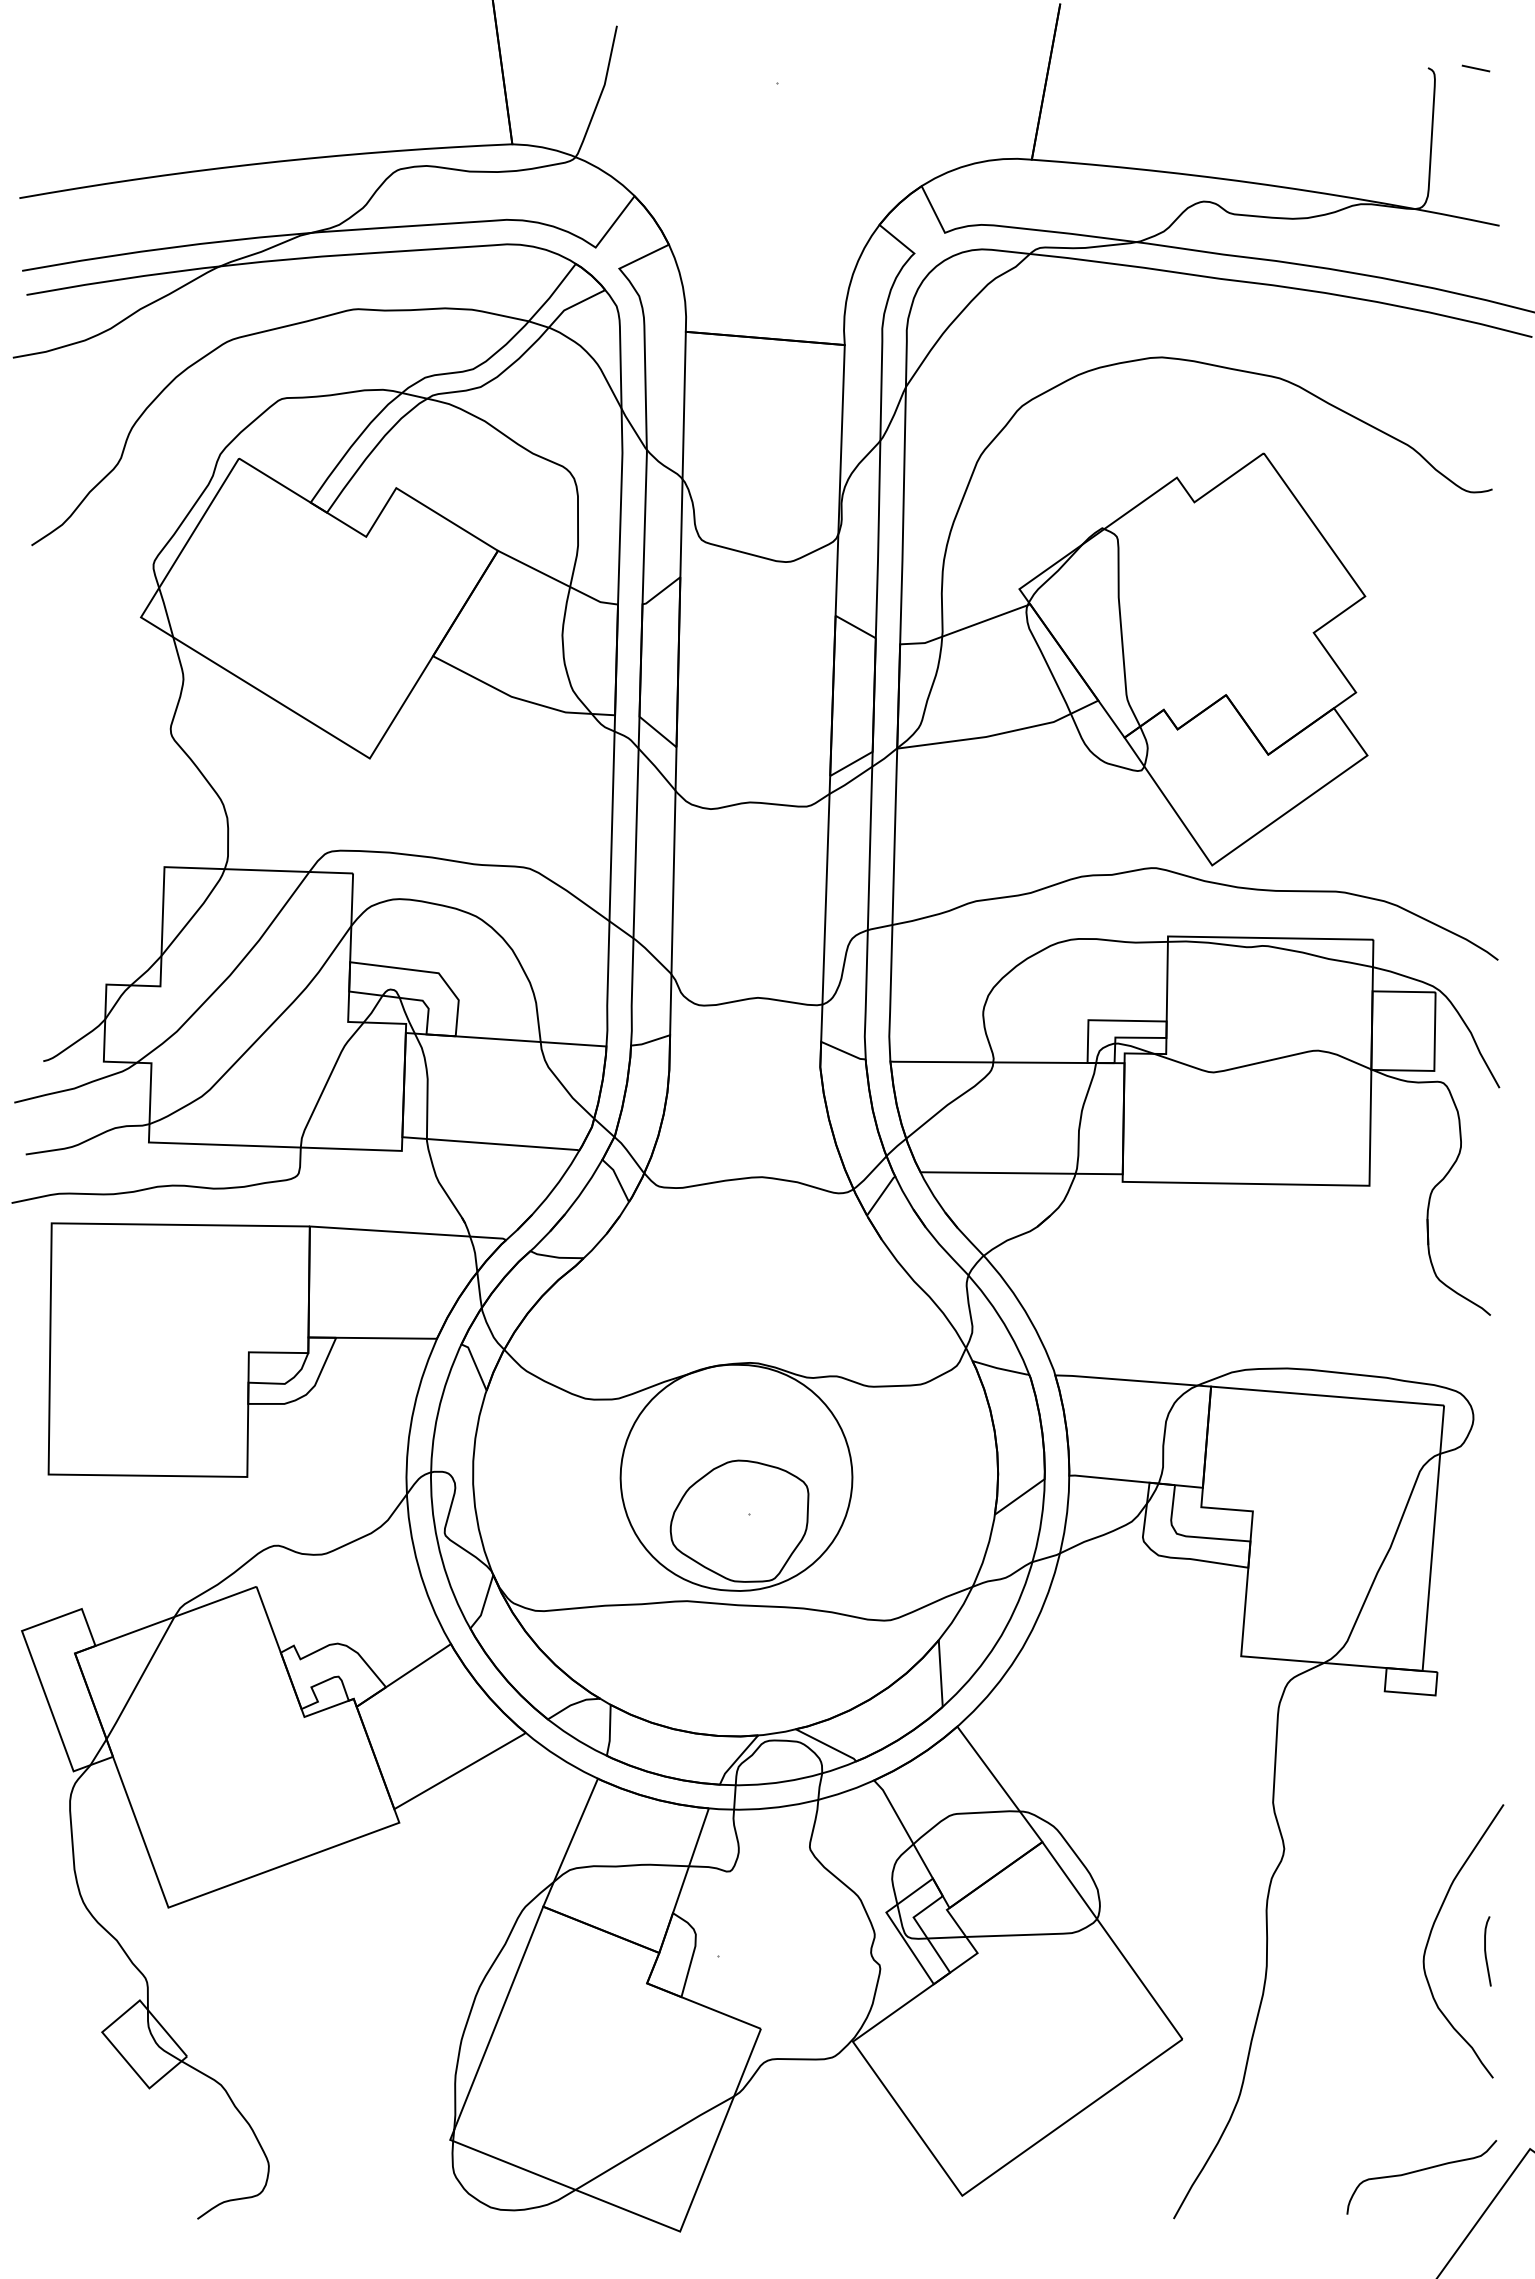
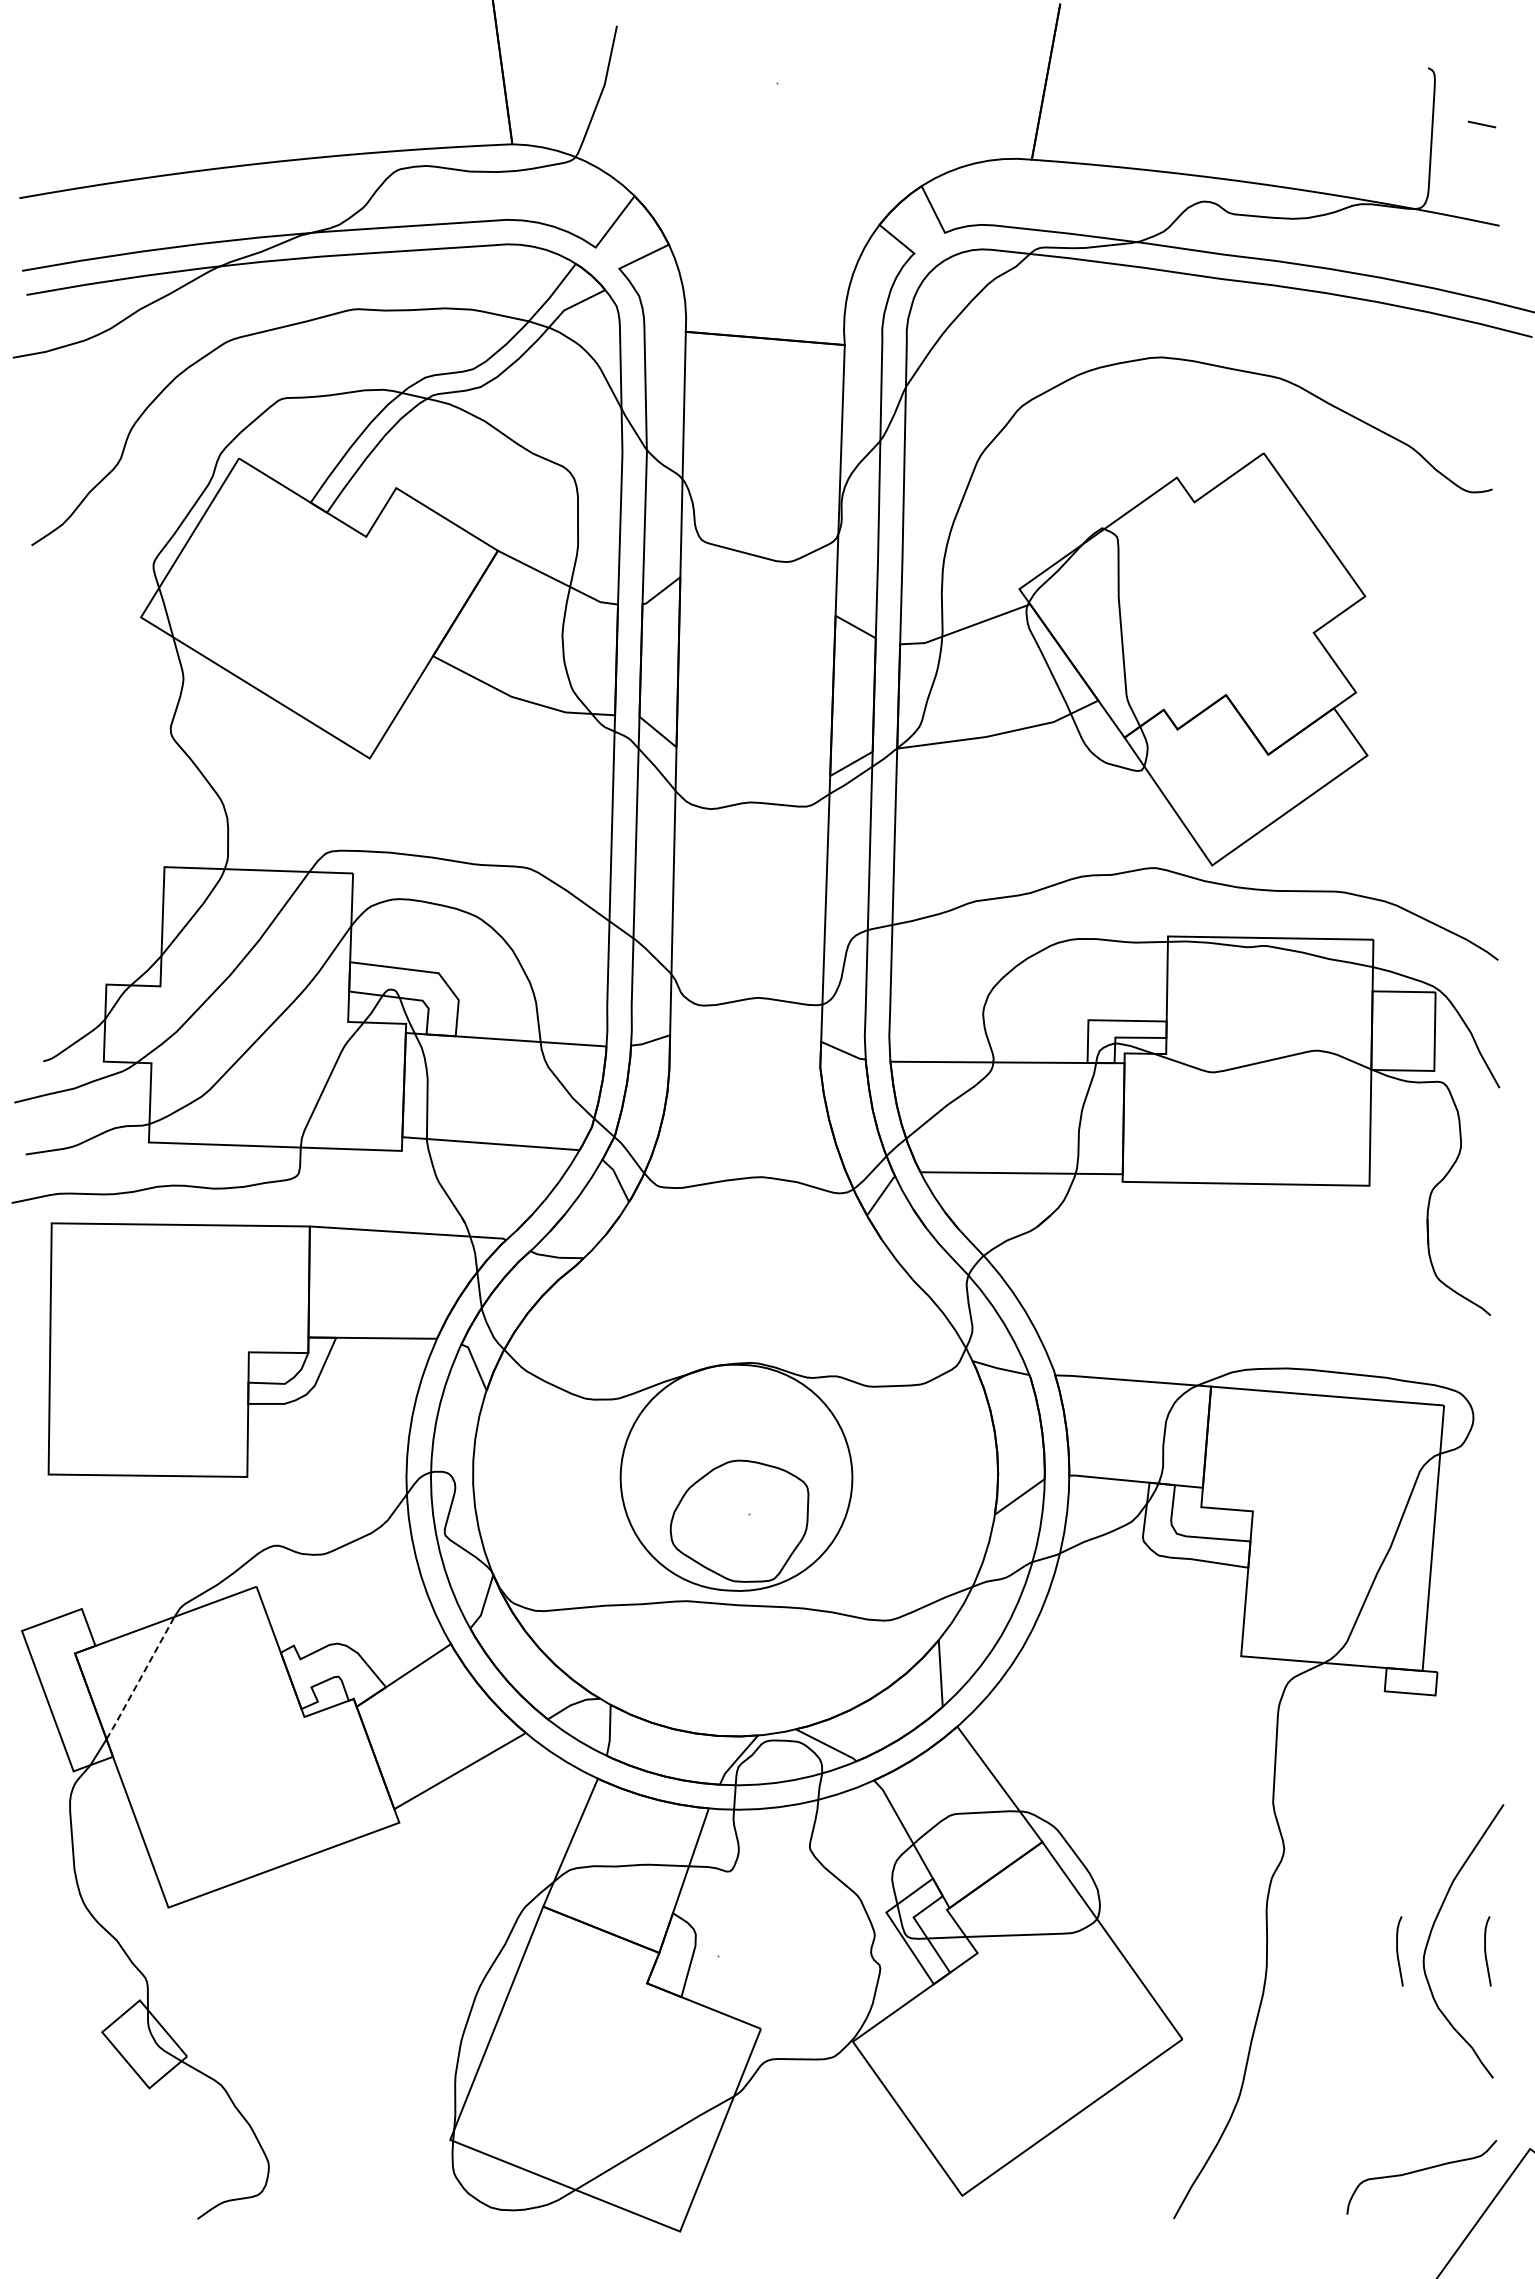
line at (1475, 68) position: (1475, 68) -> (1481, 124)
line at (140, 1678): solid -> dashed
curve at (1398, 1951): none -> present
